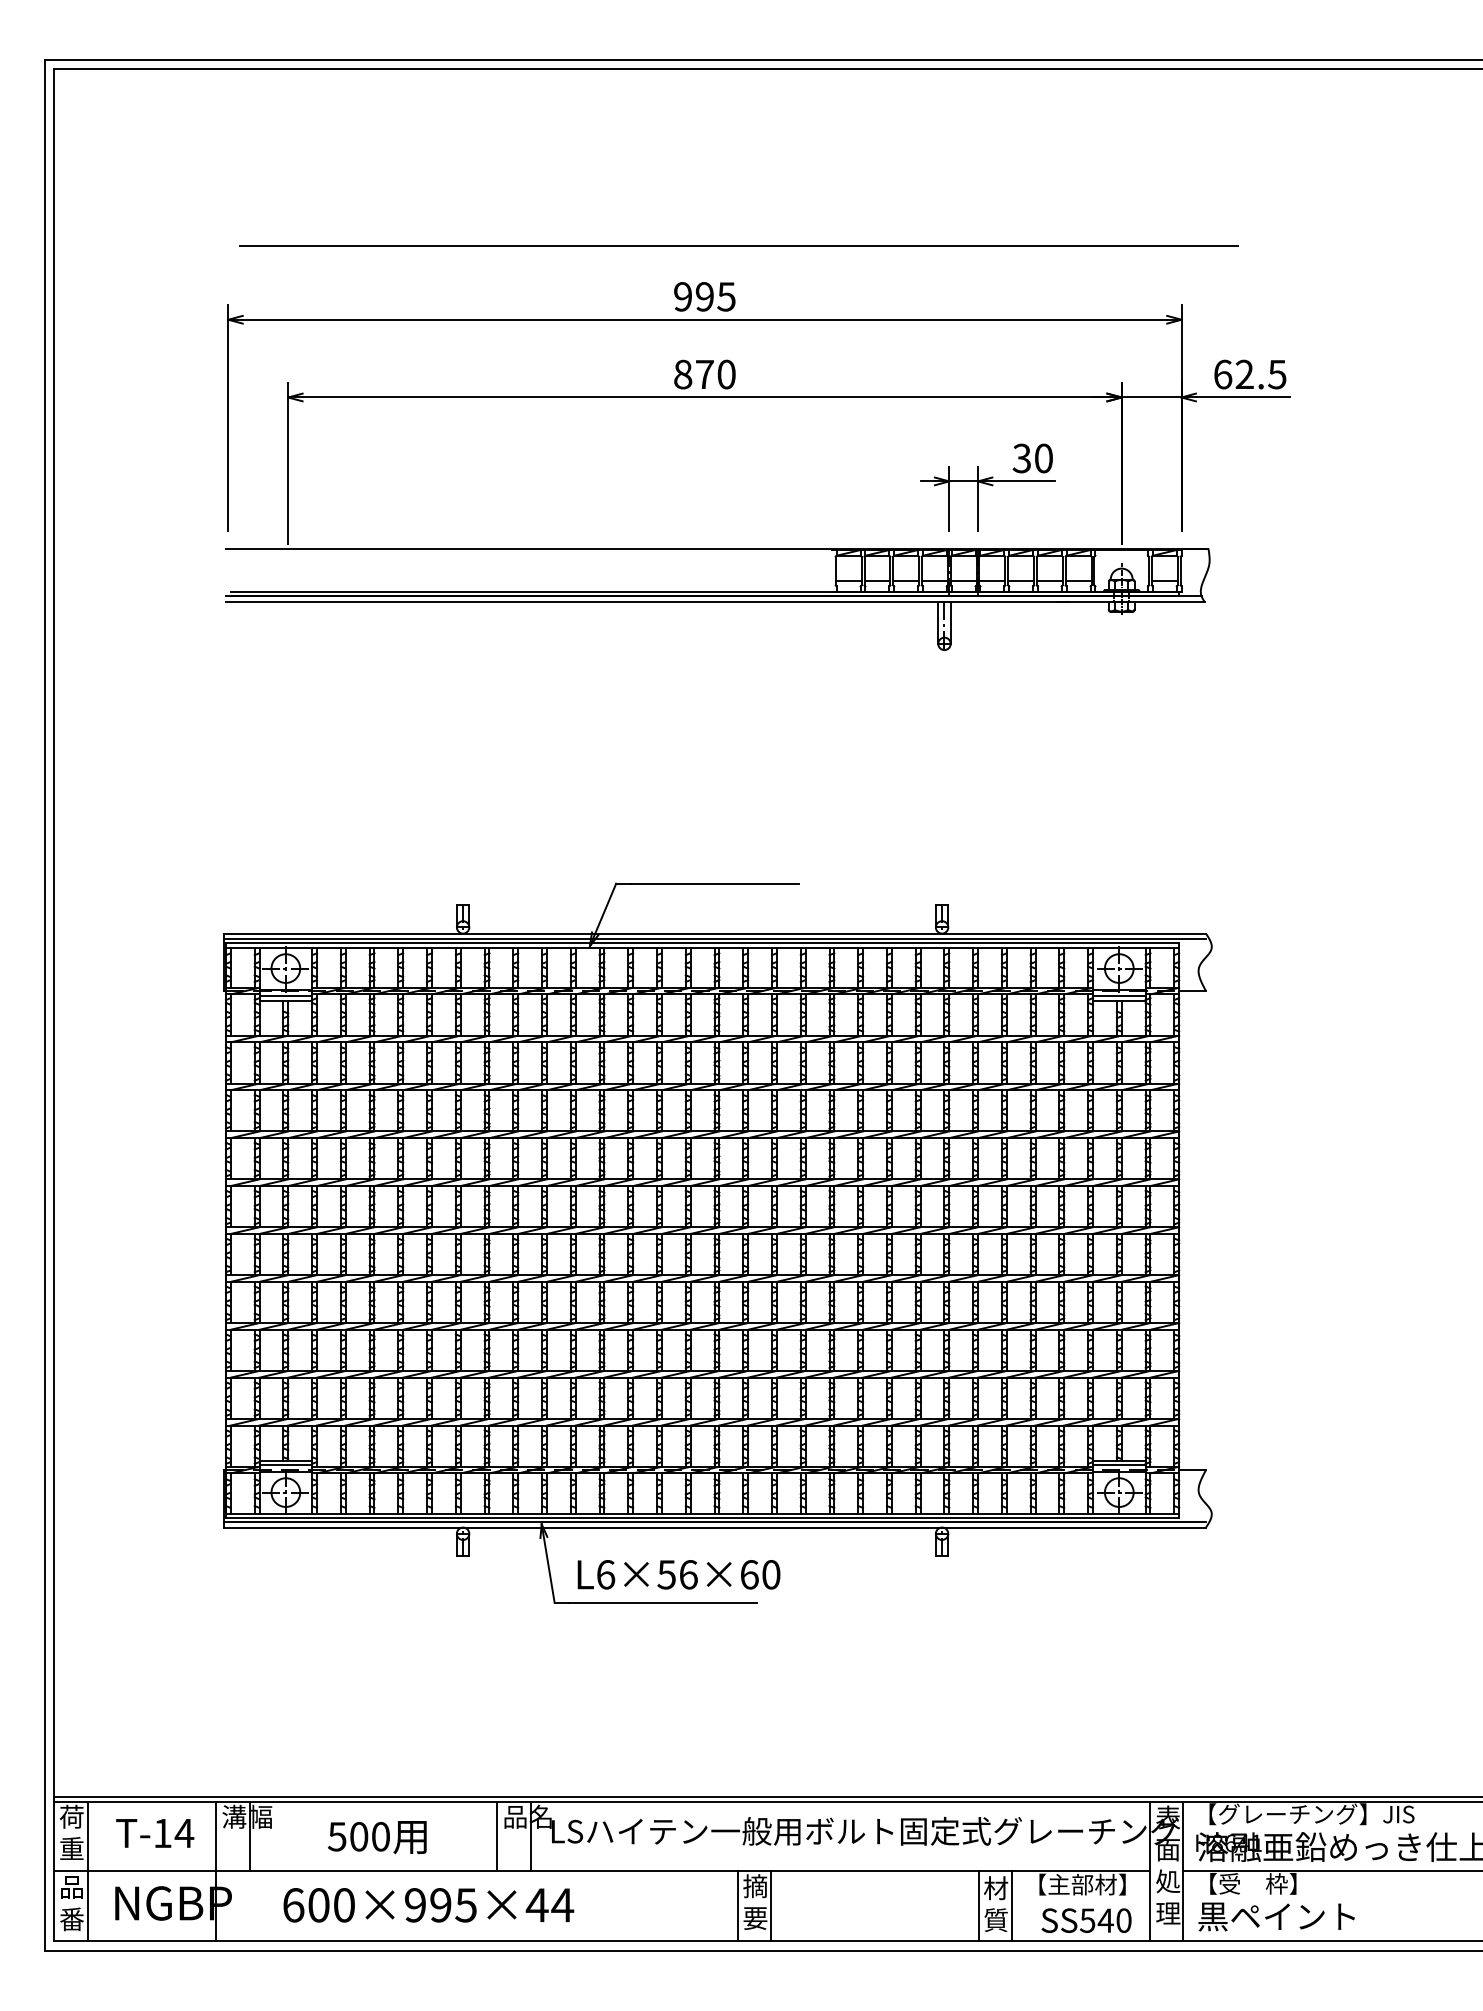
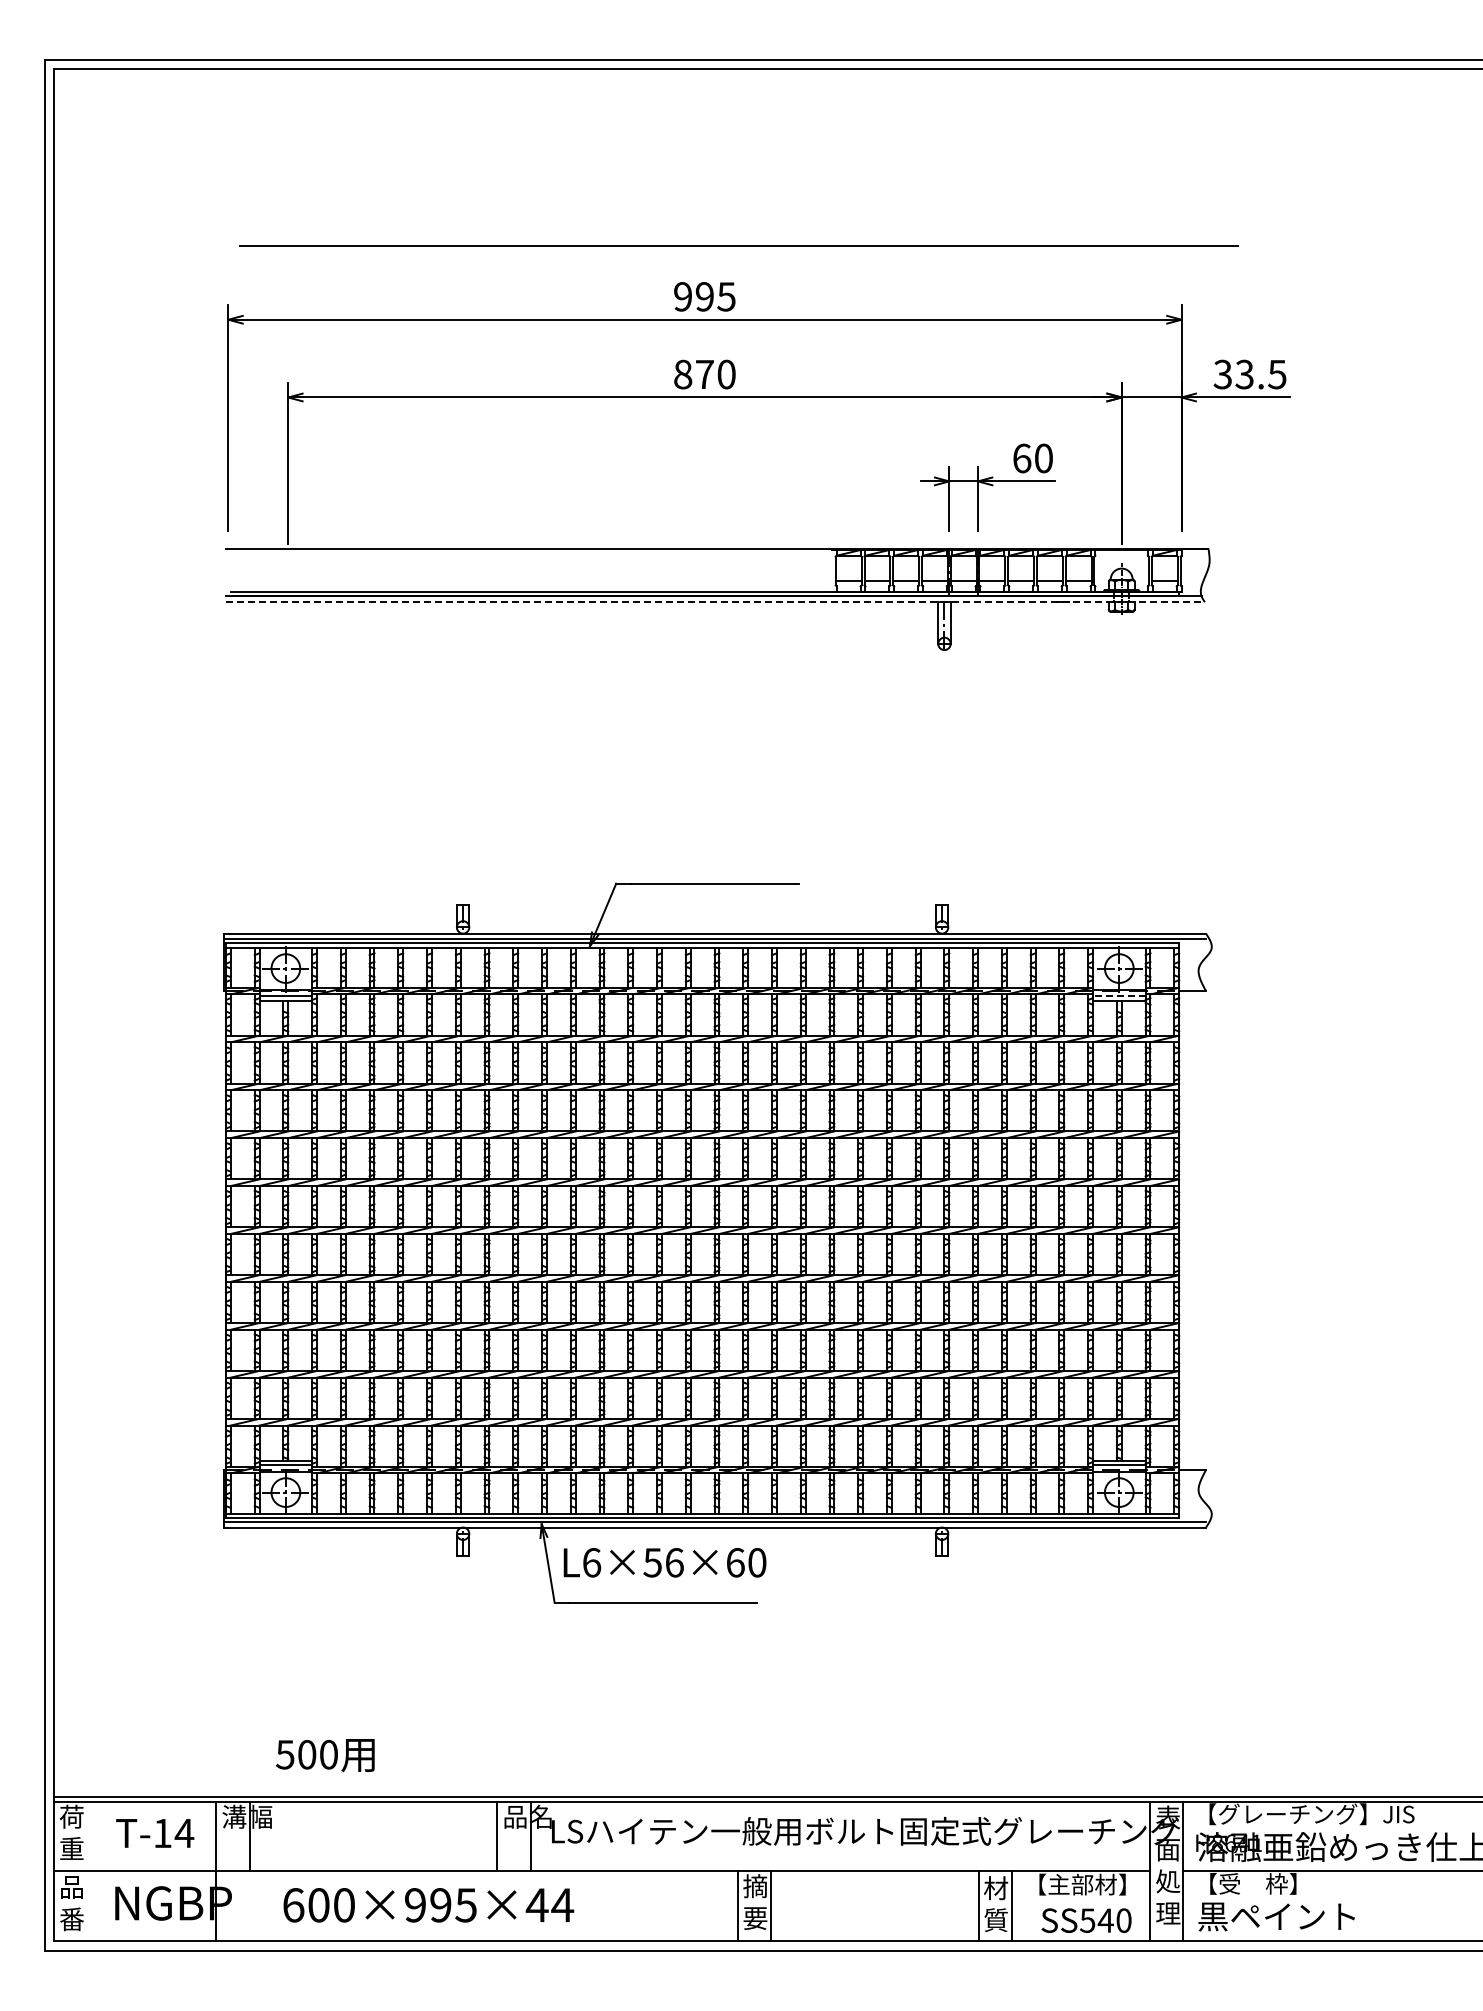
text at (1233, 374): 62.5 -> 33.5
text at (1021, 458): 30 -> 60
line at (715, 602): solid -> dashed
line at (1118, 996): solid -> dashed
text at (678, 1574) position: (678, 1574) -> (664, 1562)
text at (377, 1837) position: (377, 1837) -> (325, 1755)
line at (87, 1871): present -> none
